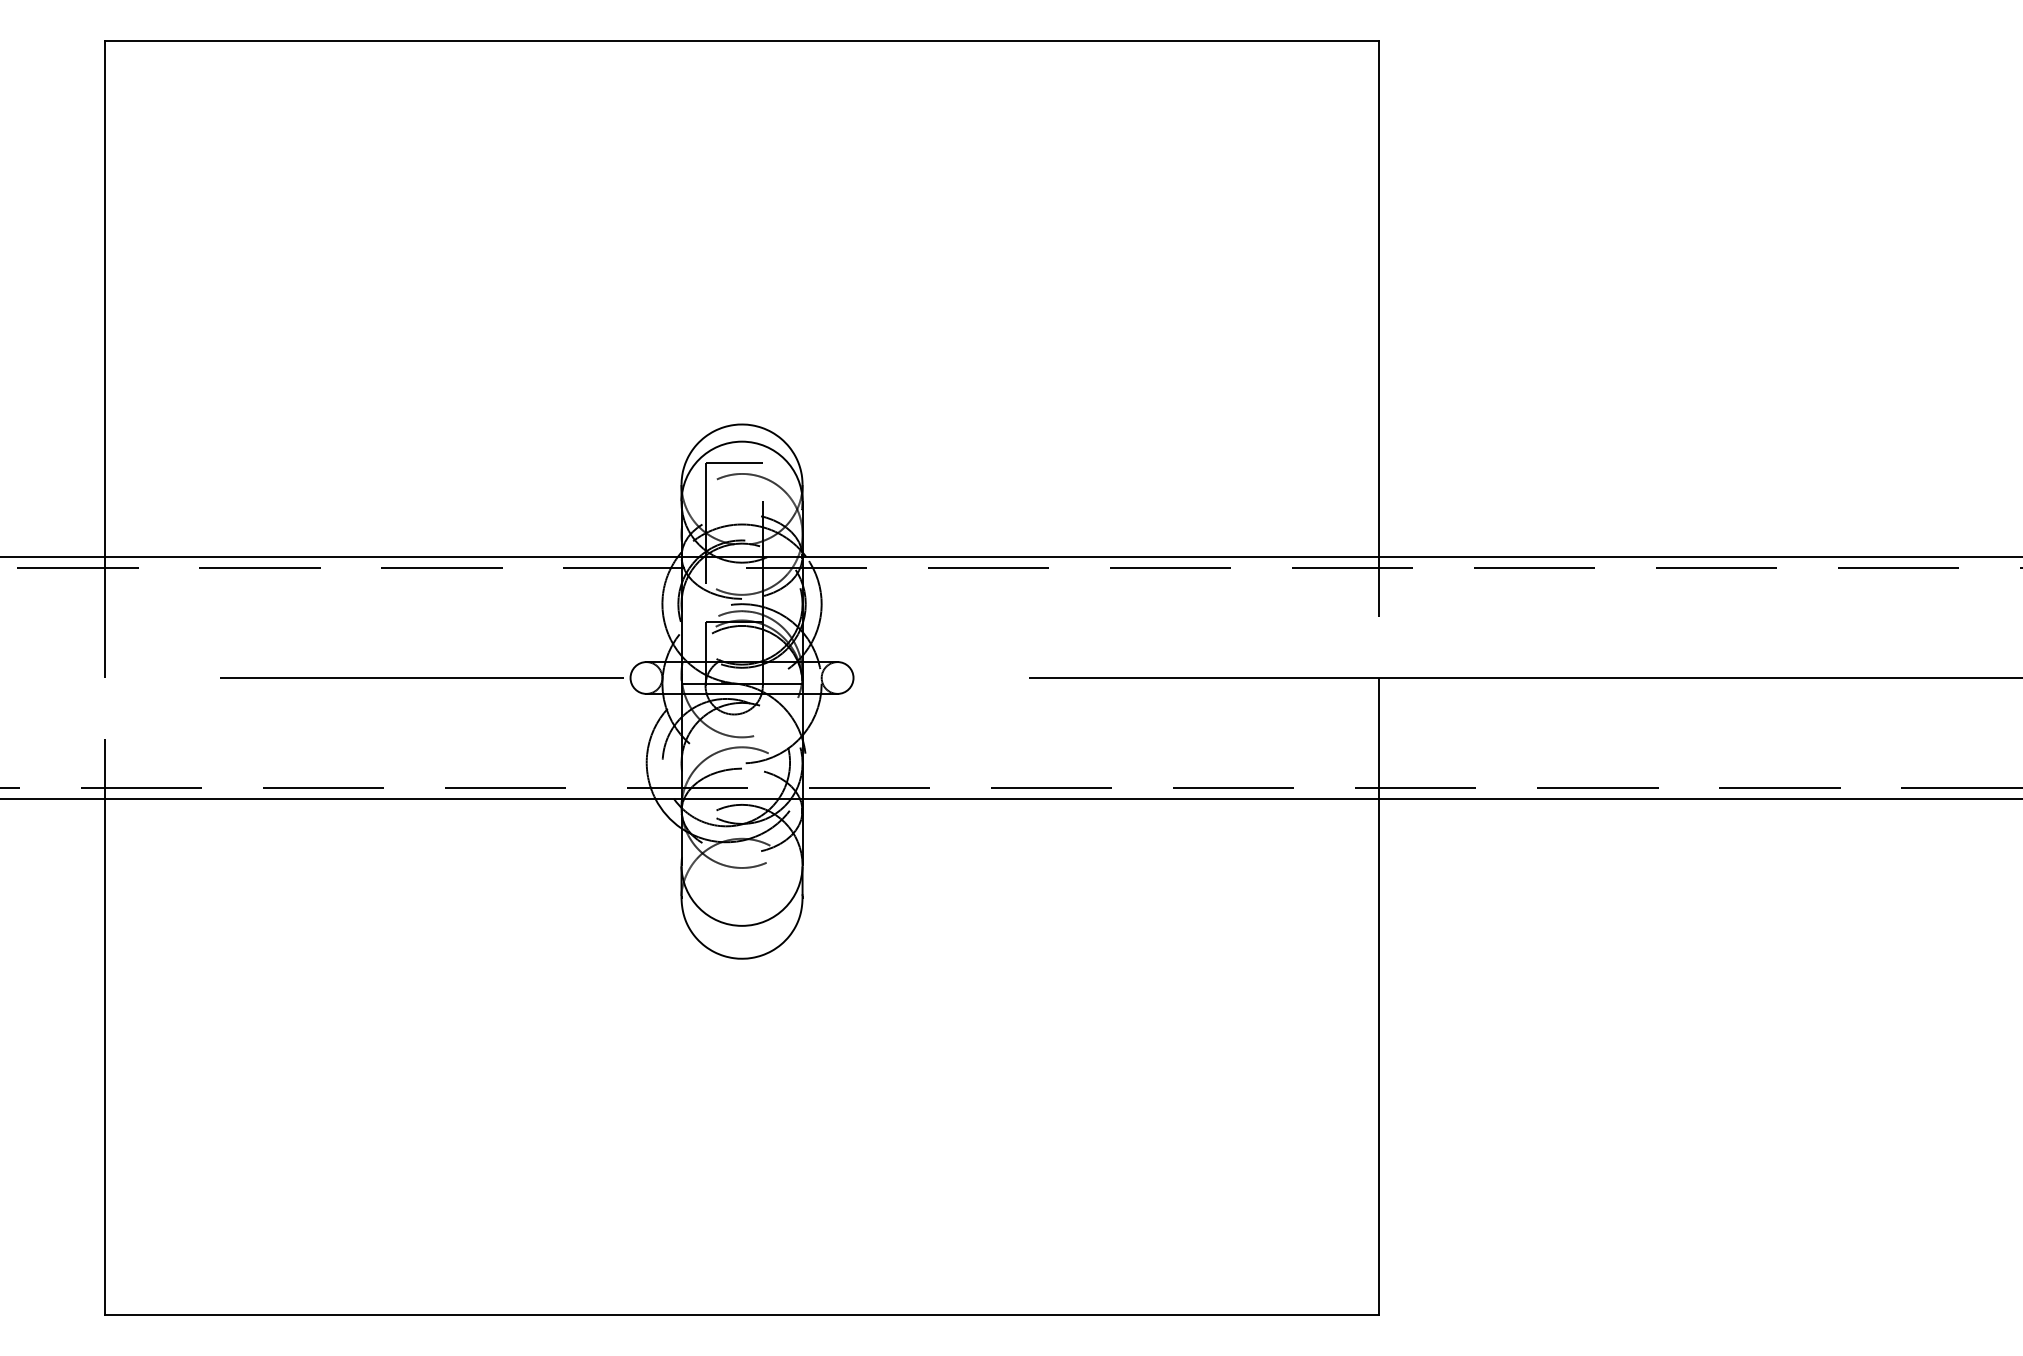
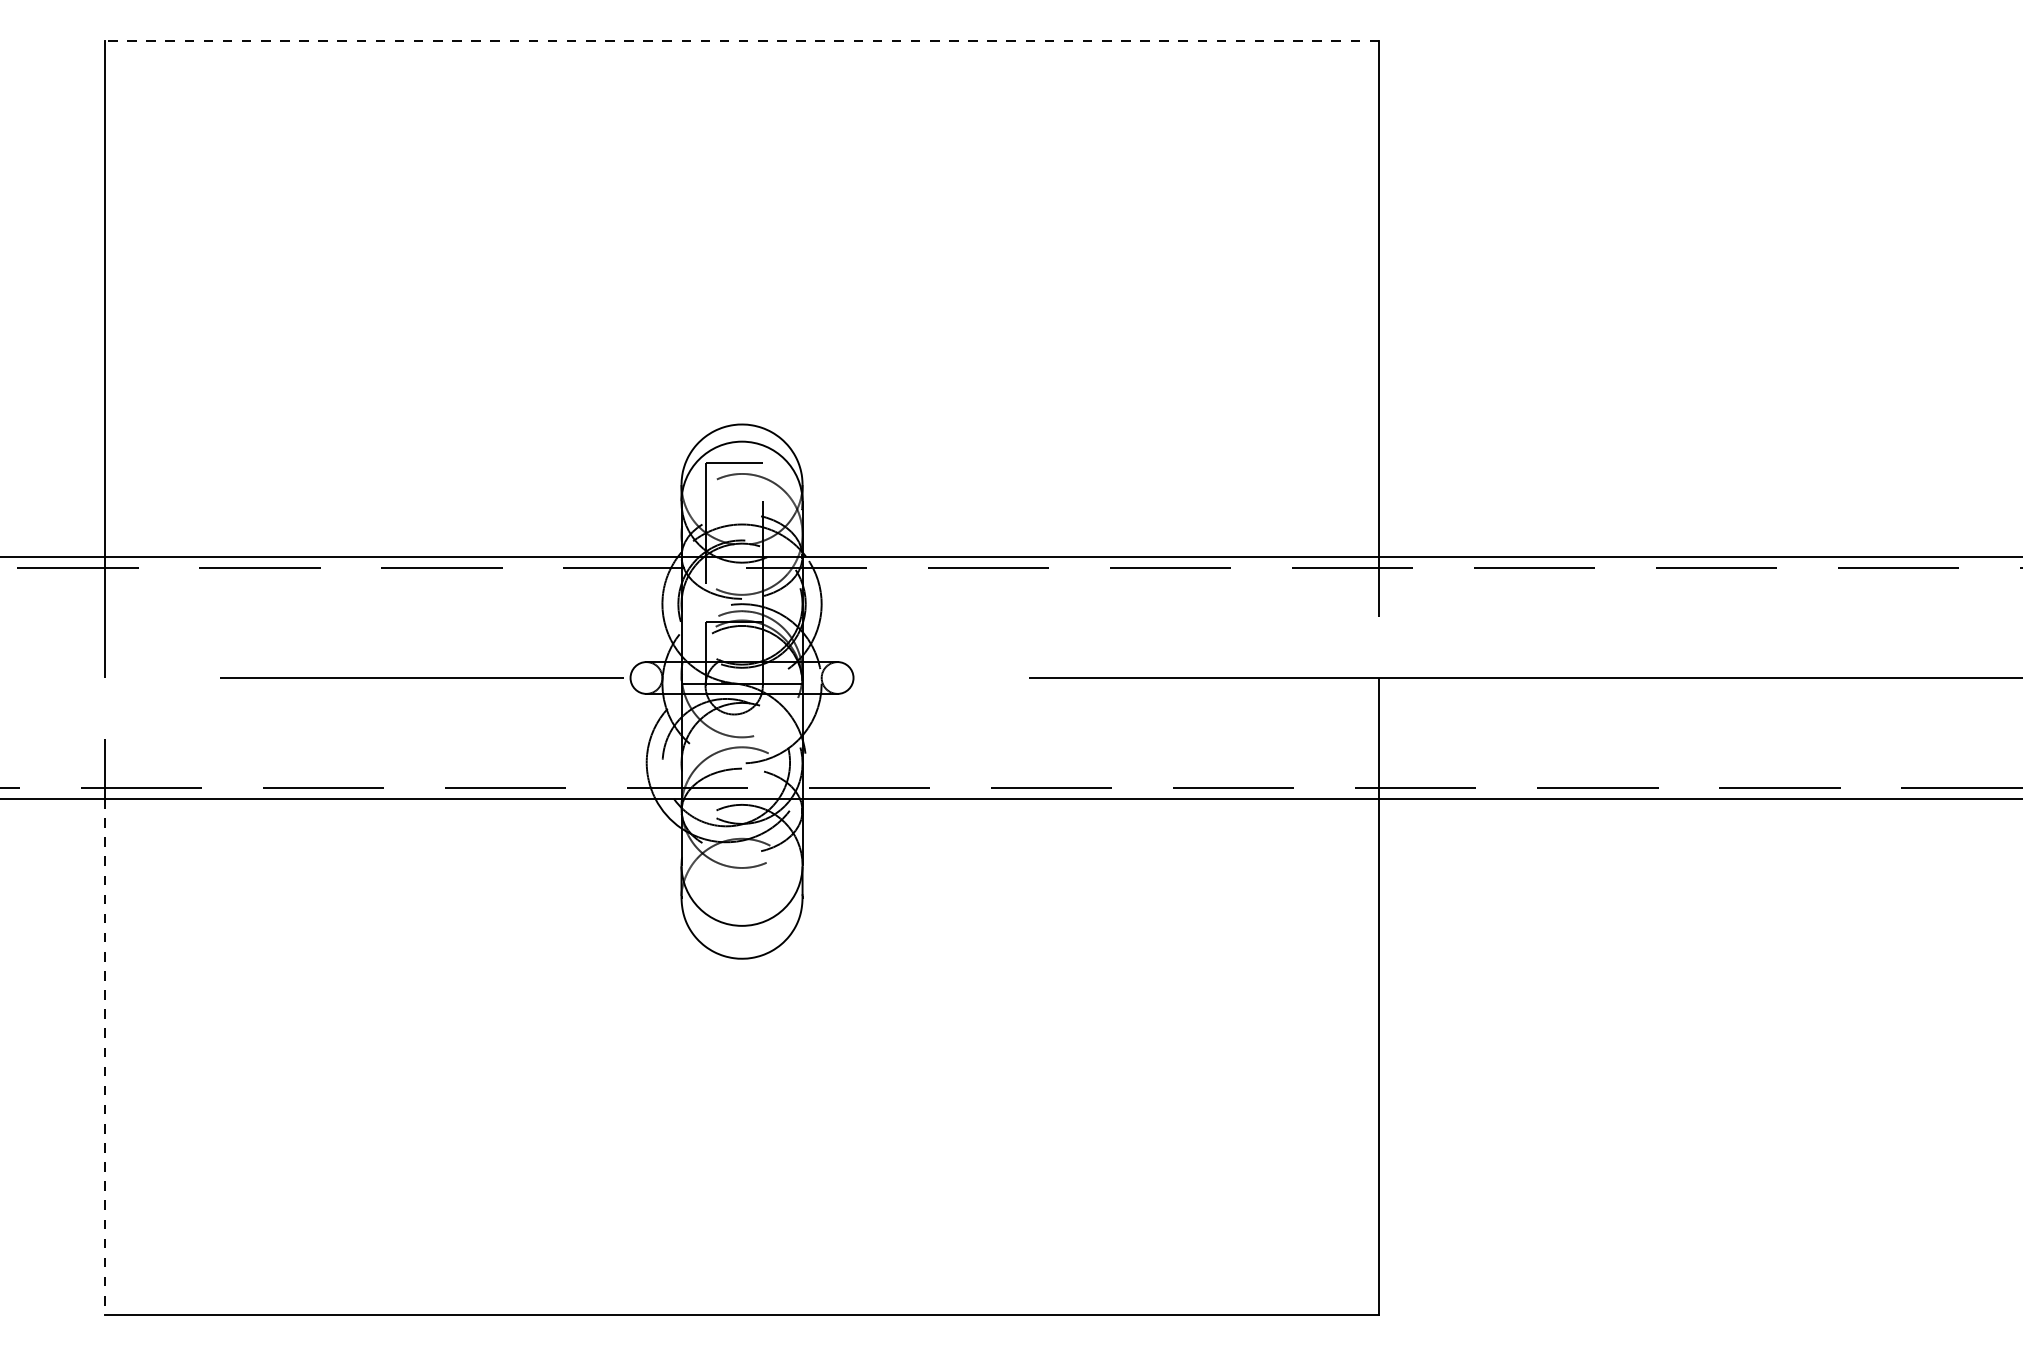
line at (741, 40): solid -> dashed
line at (104, 1057): solid -> dashed
